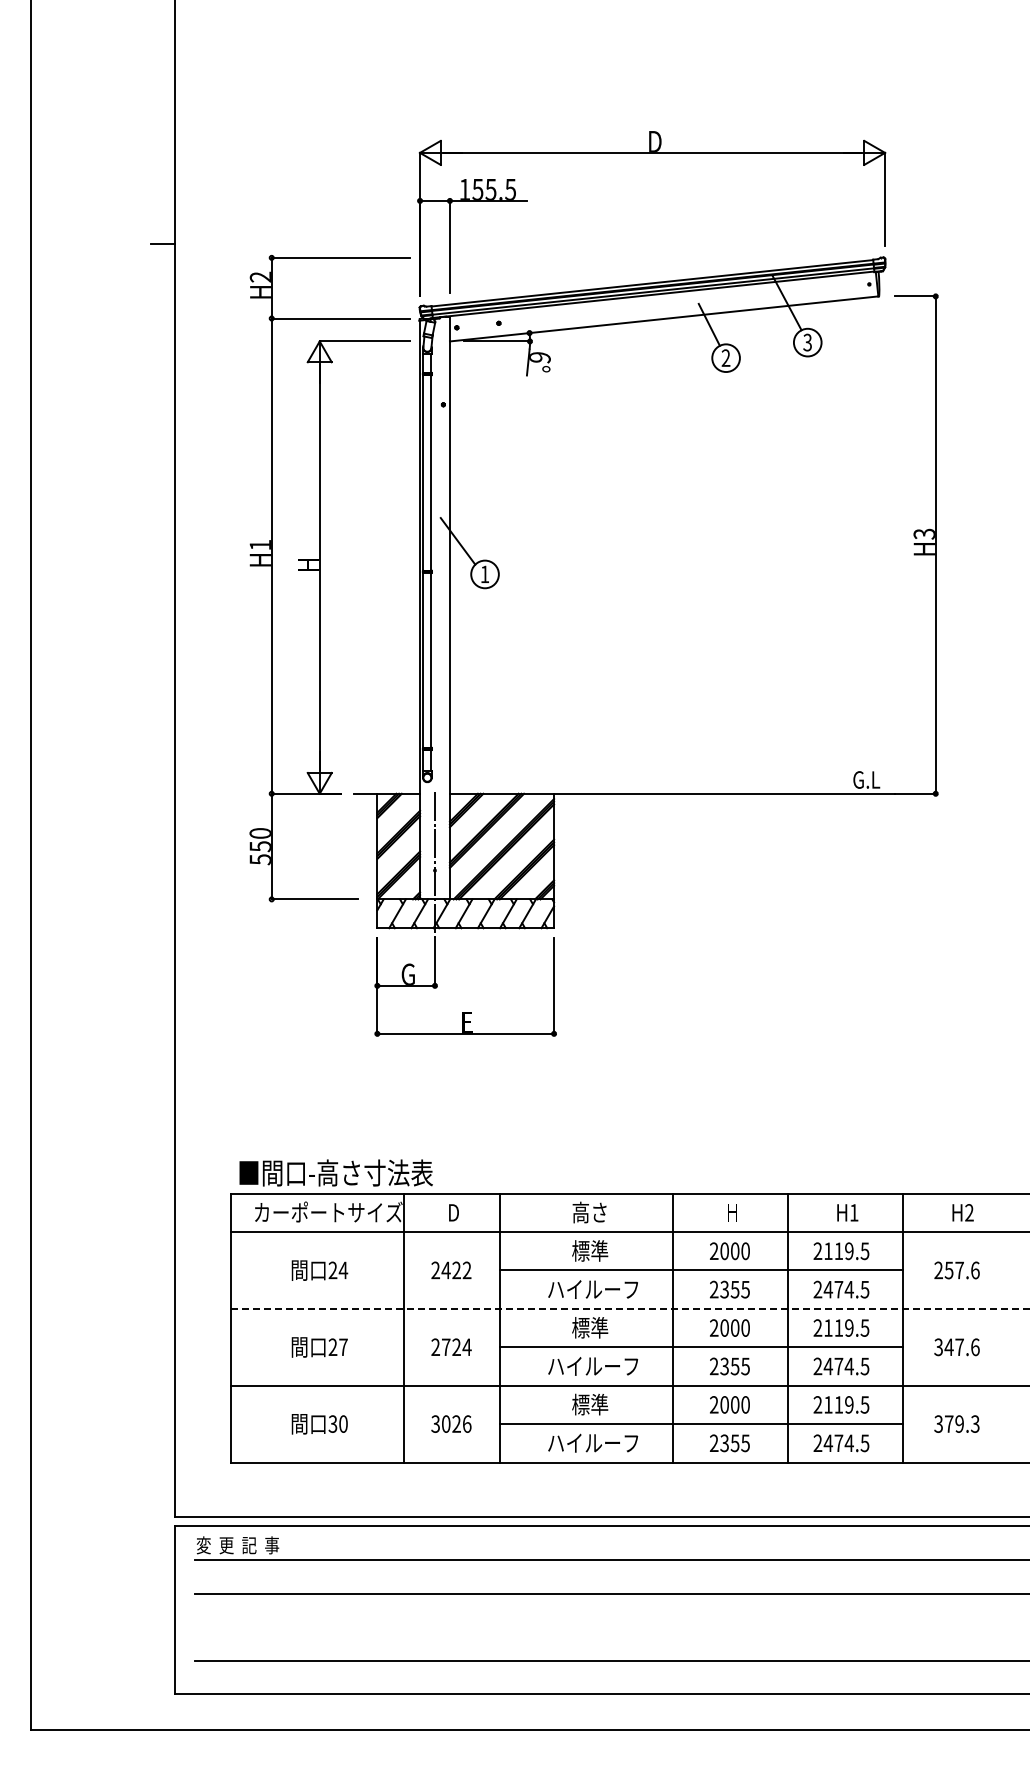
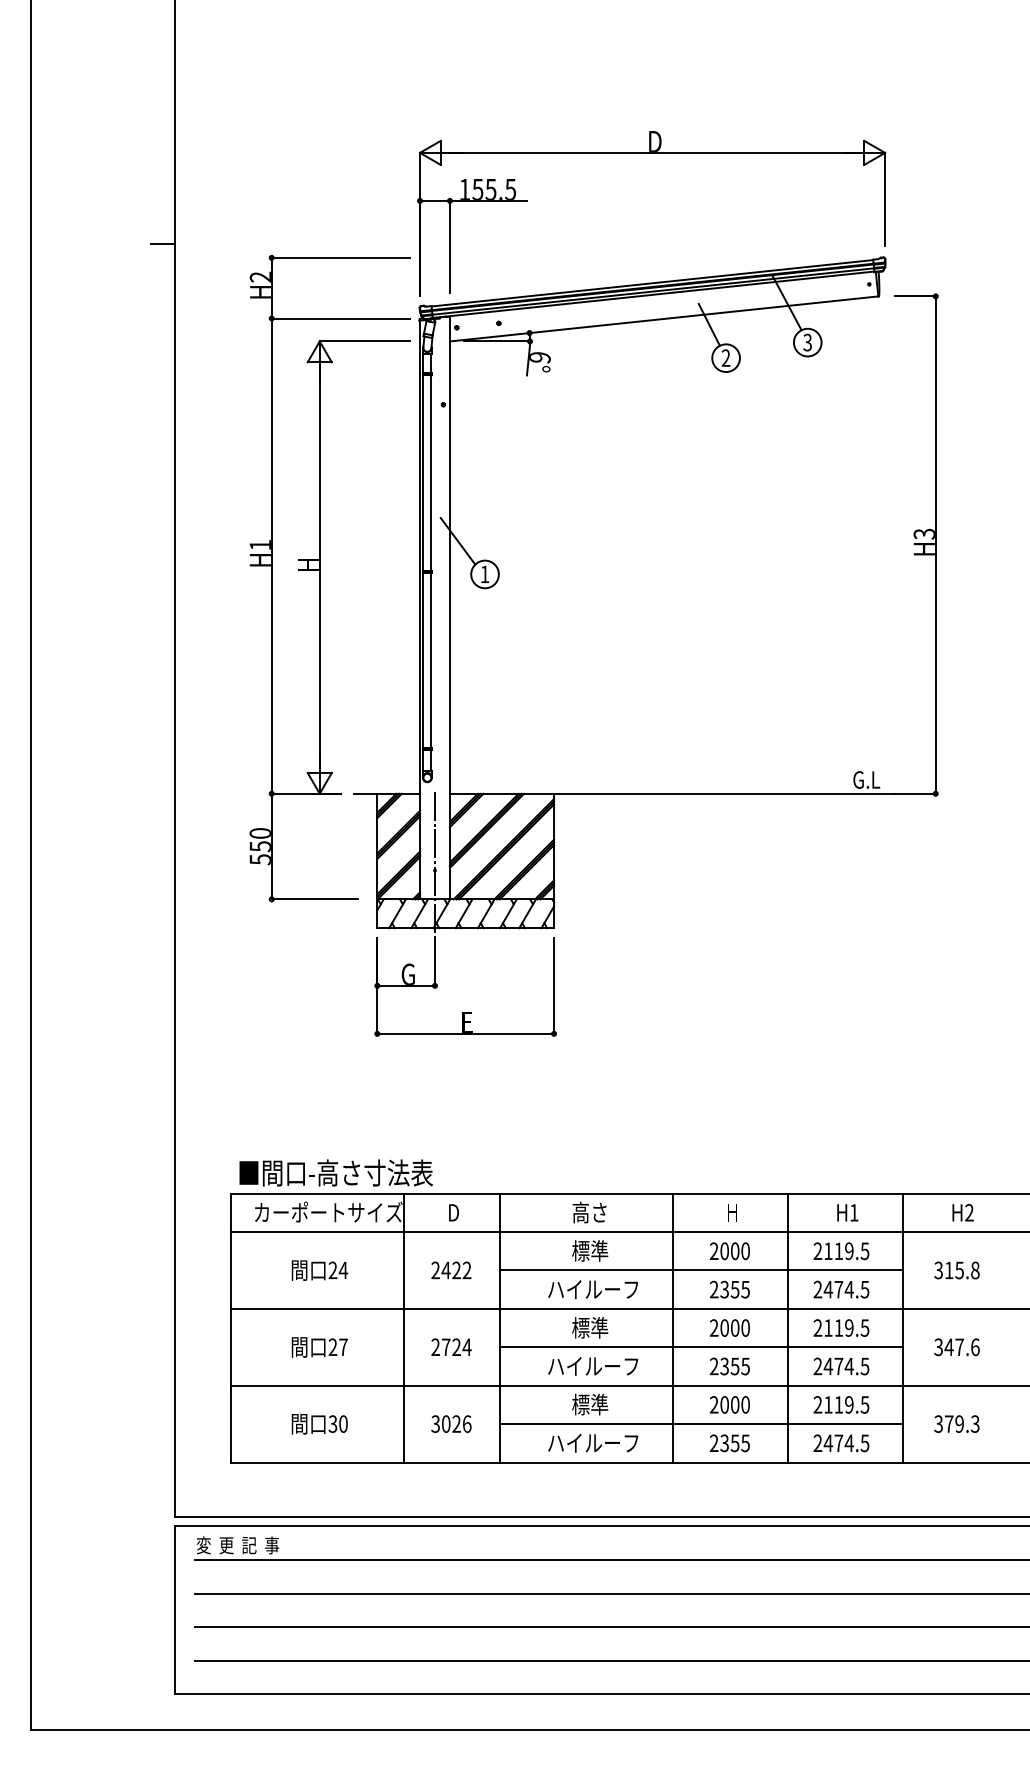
text at (956, 1270): 257.6 -> 315.8
line at (630, 1308): dashed -> solid
line at (610, 1627): none -> present
